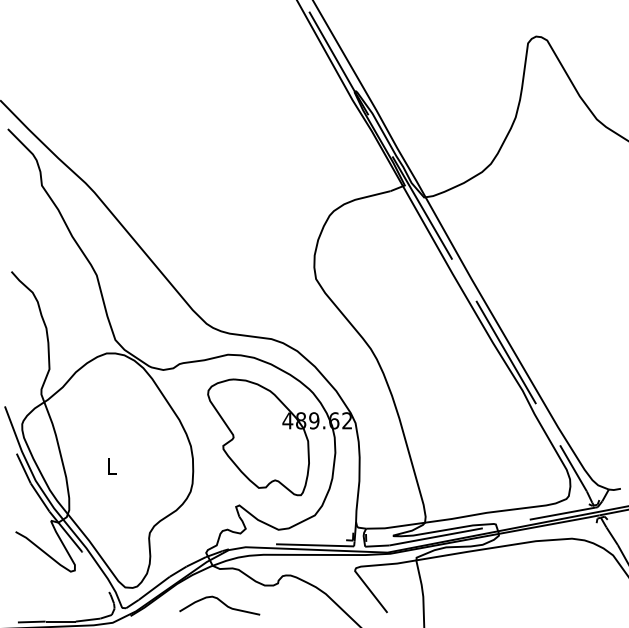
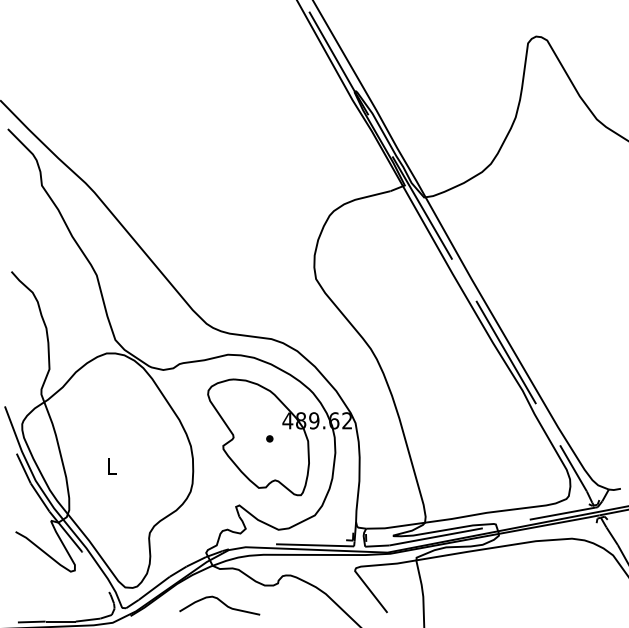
part at (269, 438): none -> present
